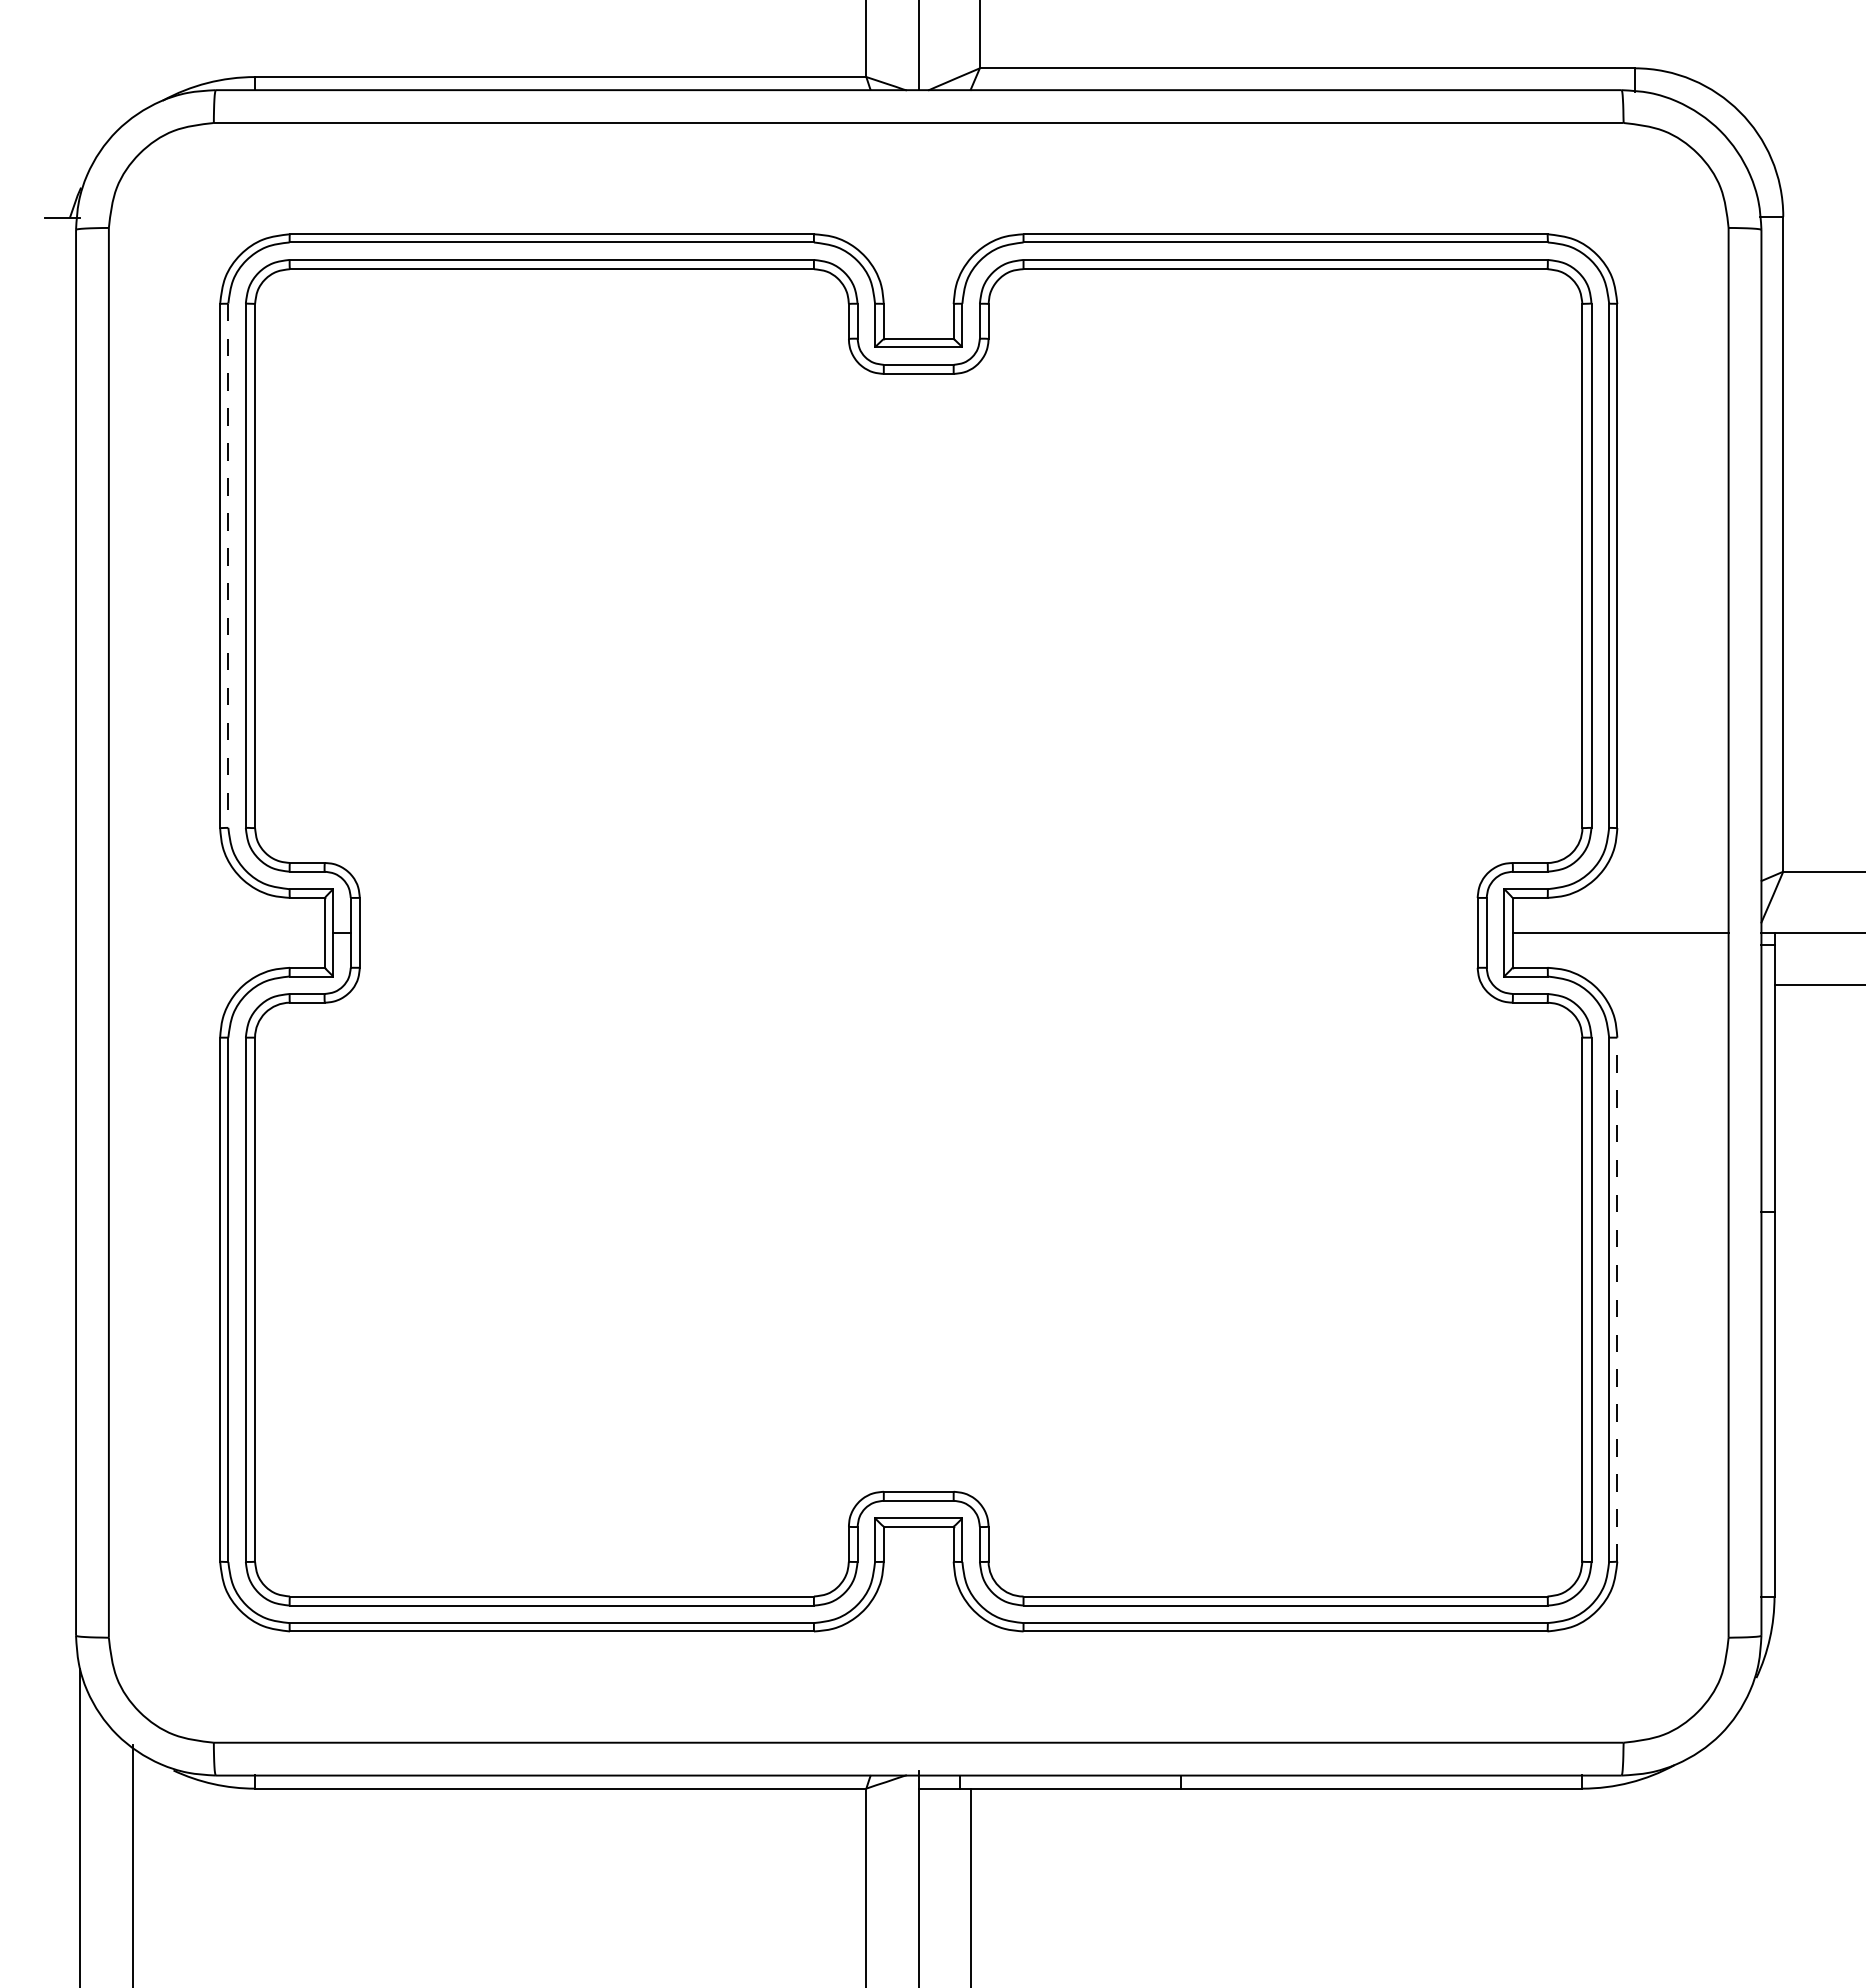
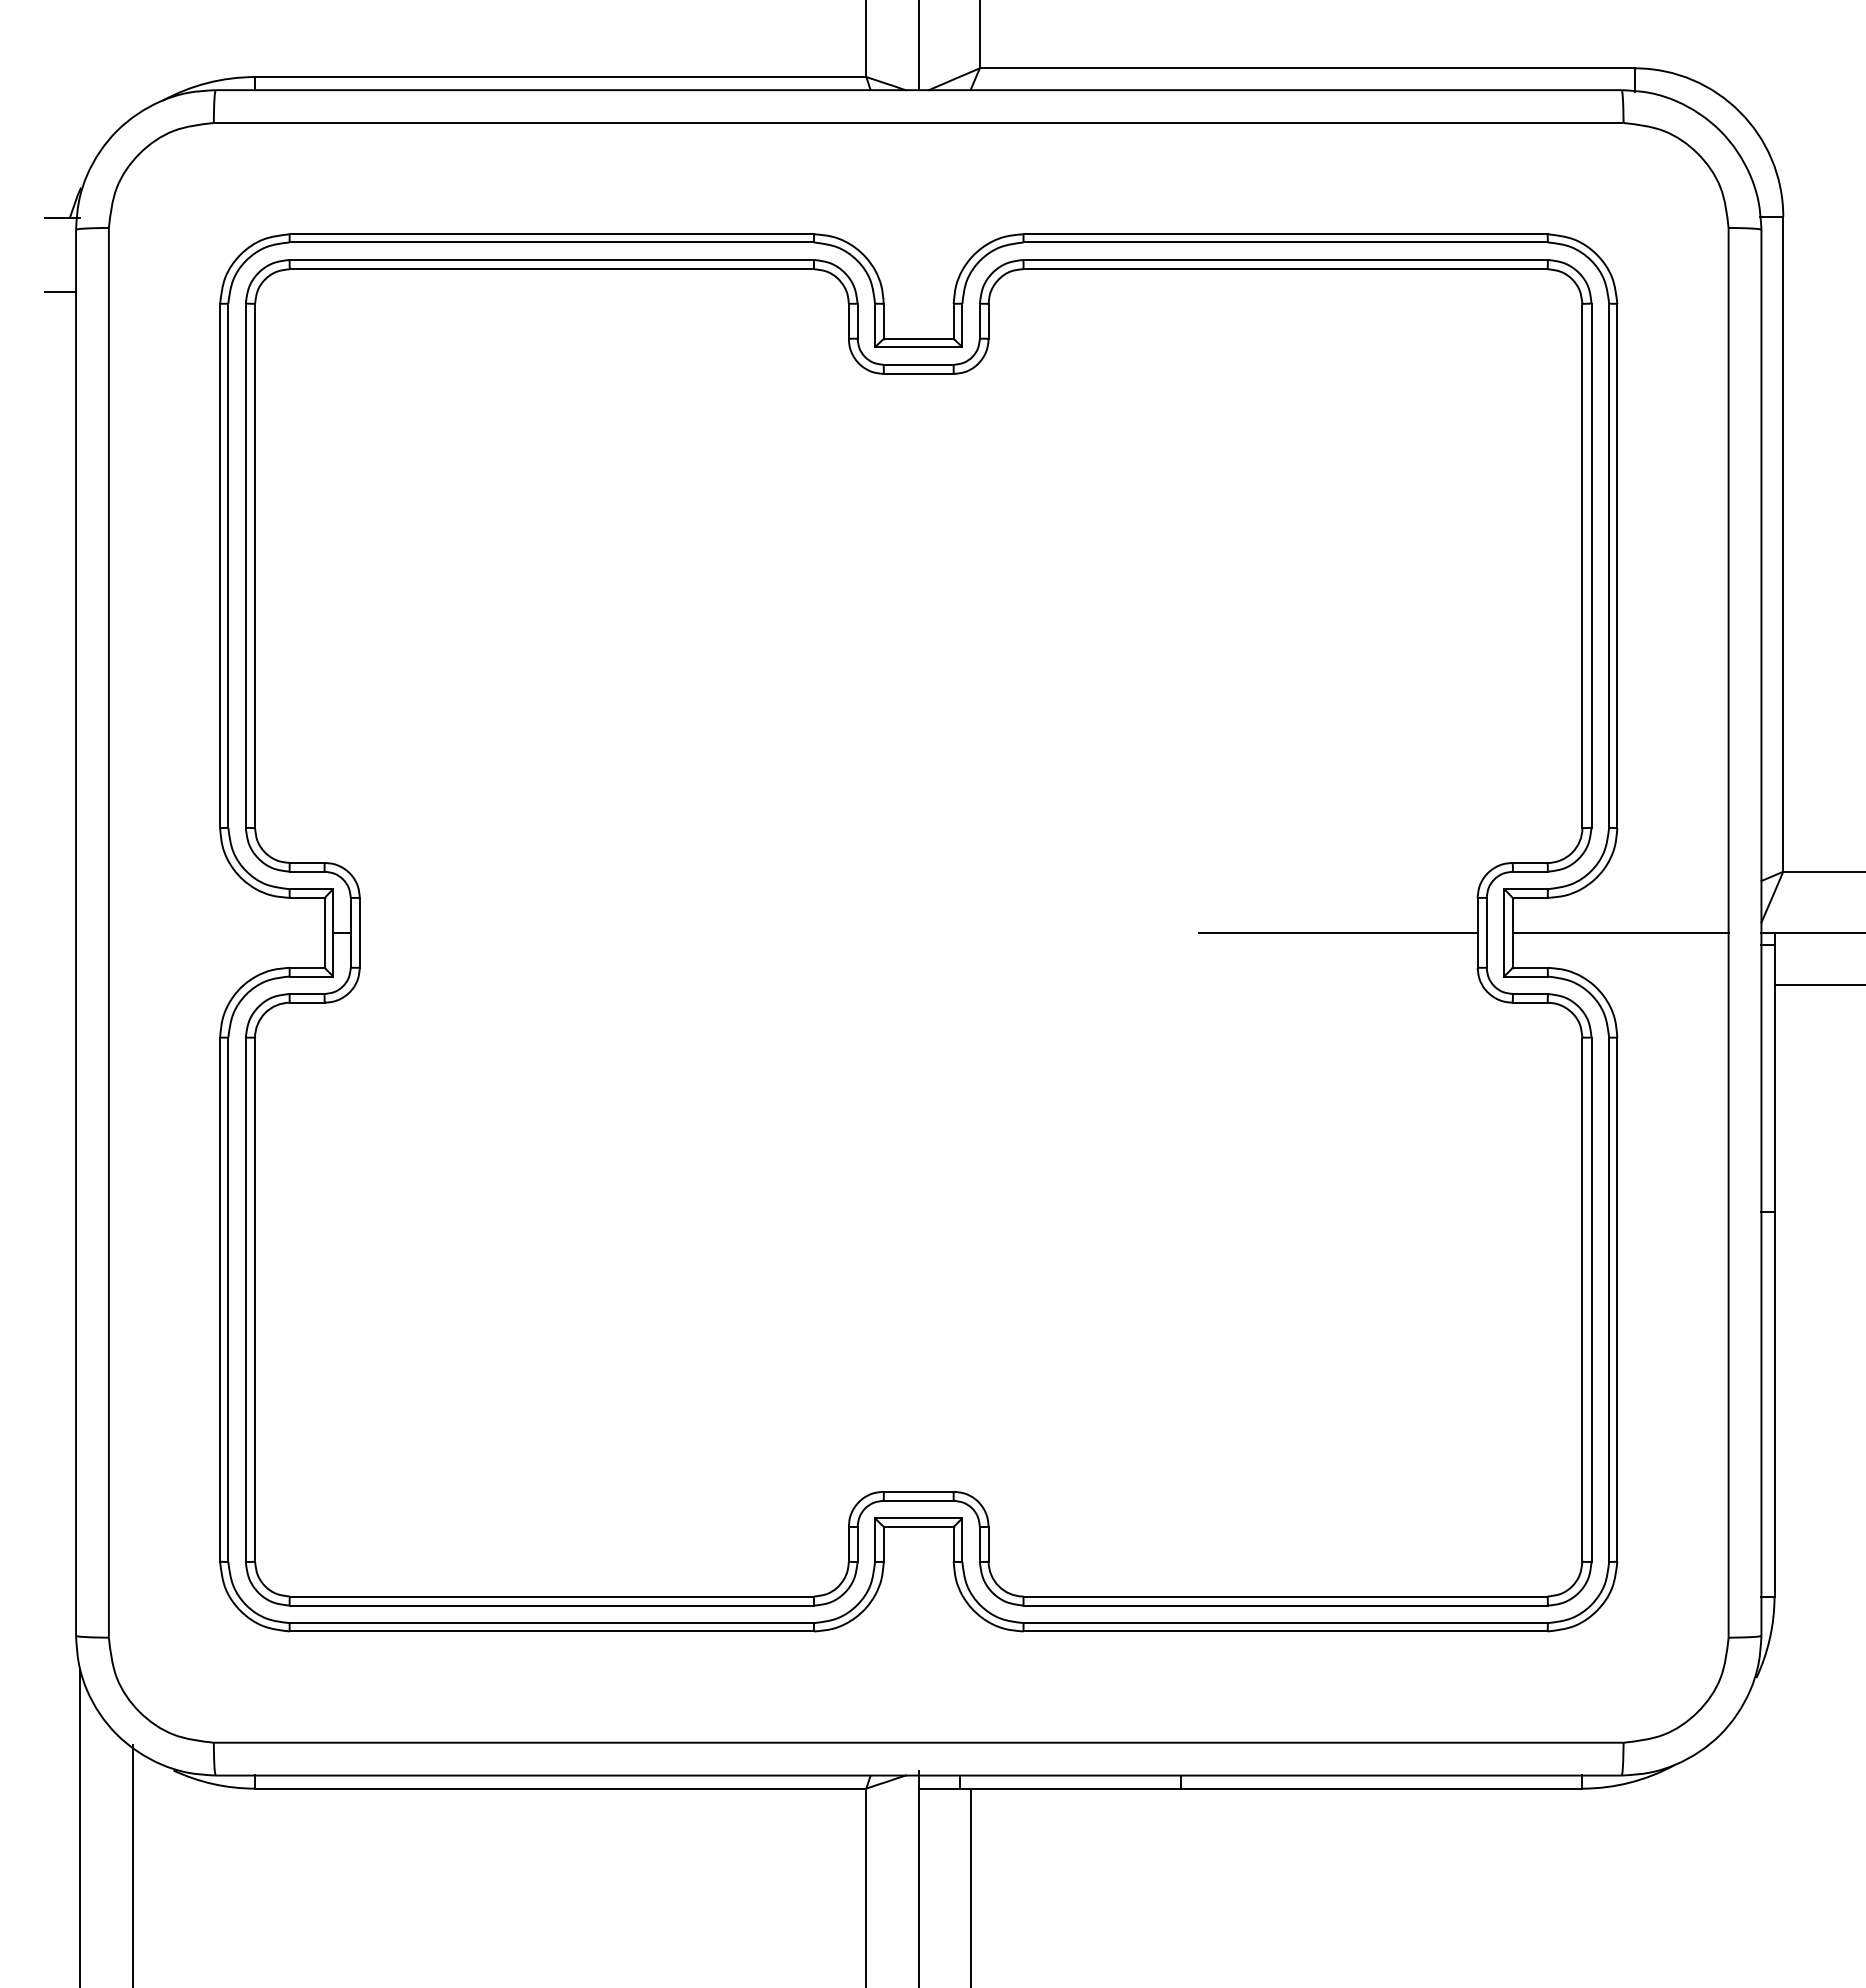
line at (60, 291): none -> present
line at (228, 566): dashed -> solid
line at (1337, 932): none -> present
line at (1617, 1299): dashed -> solid
